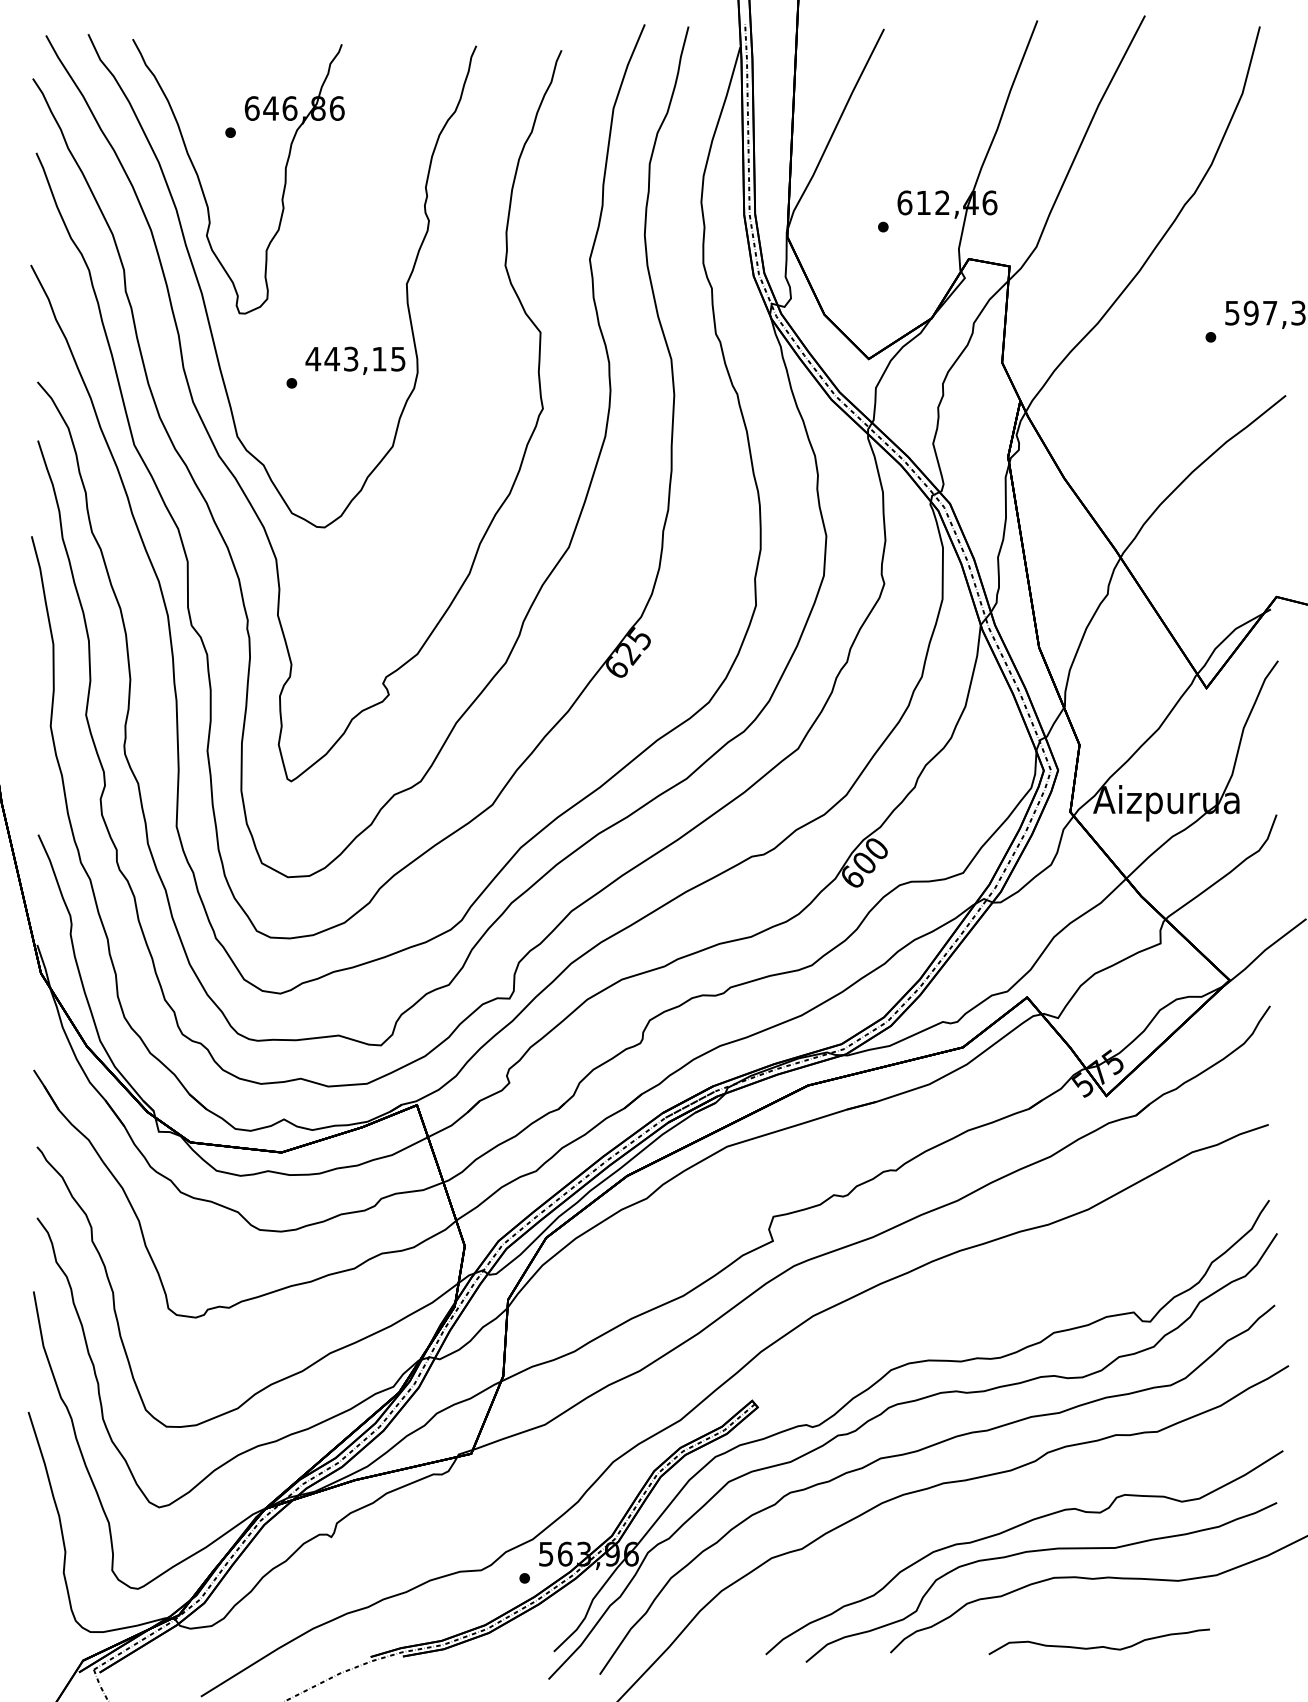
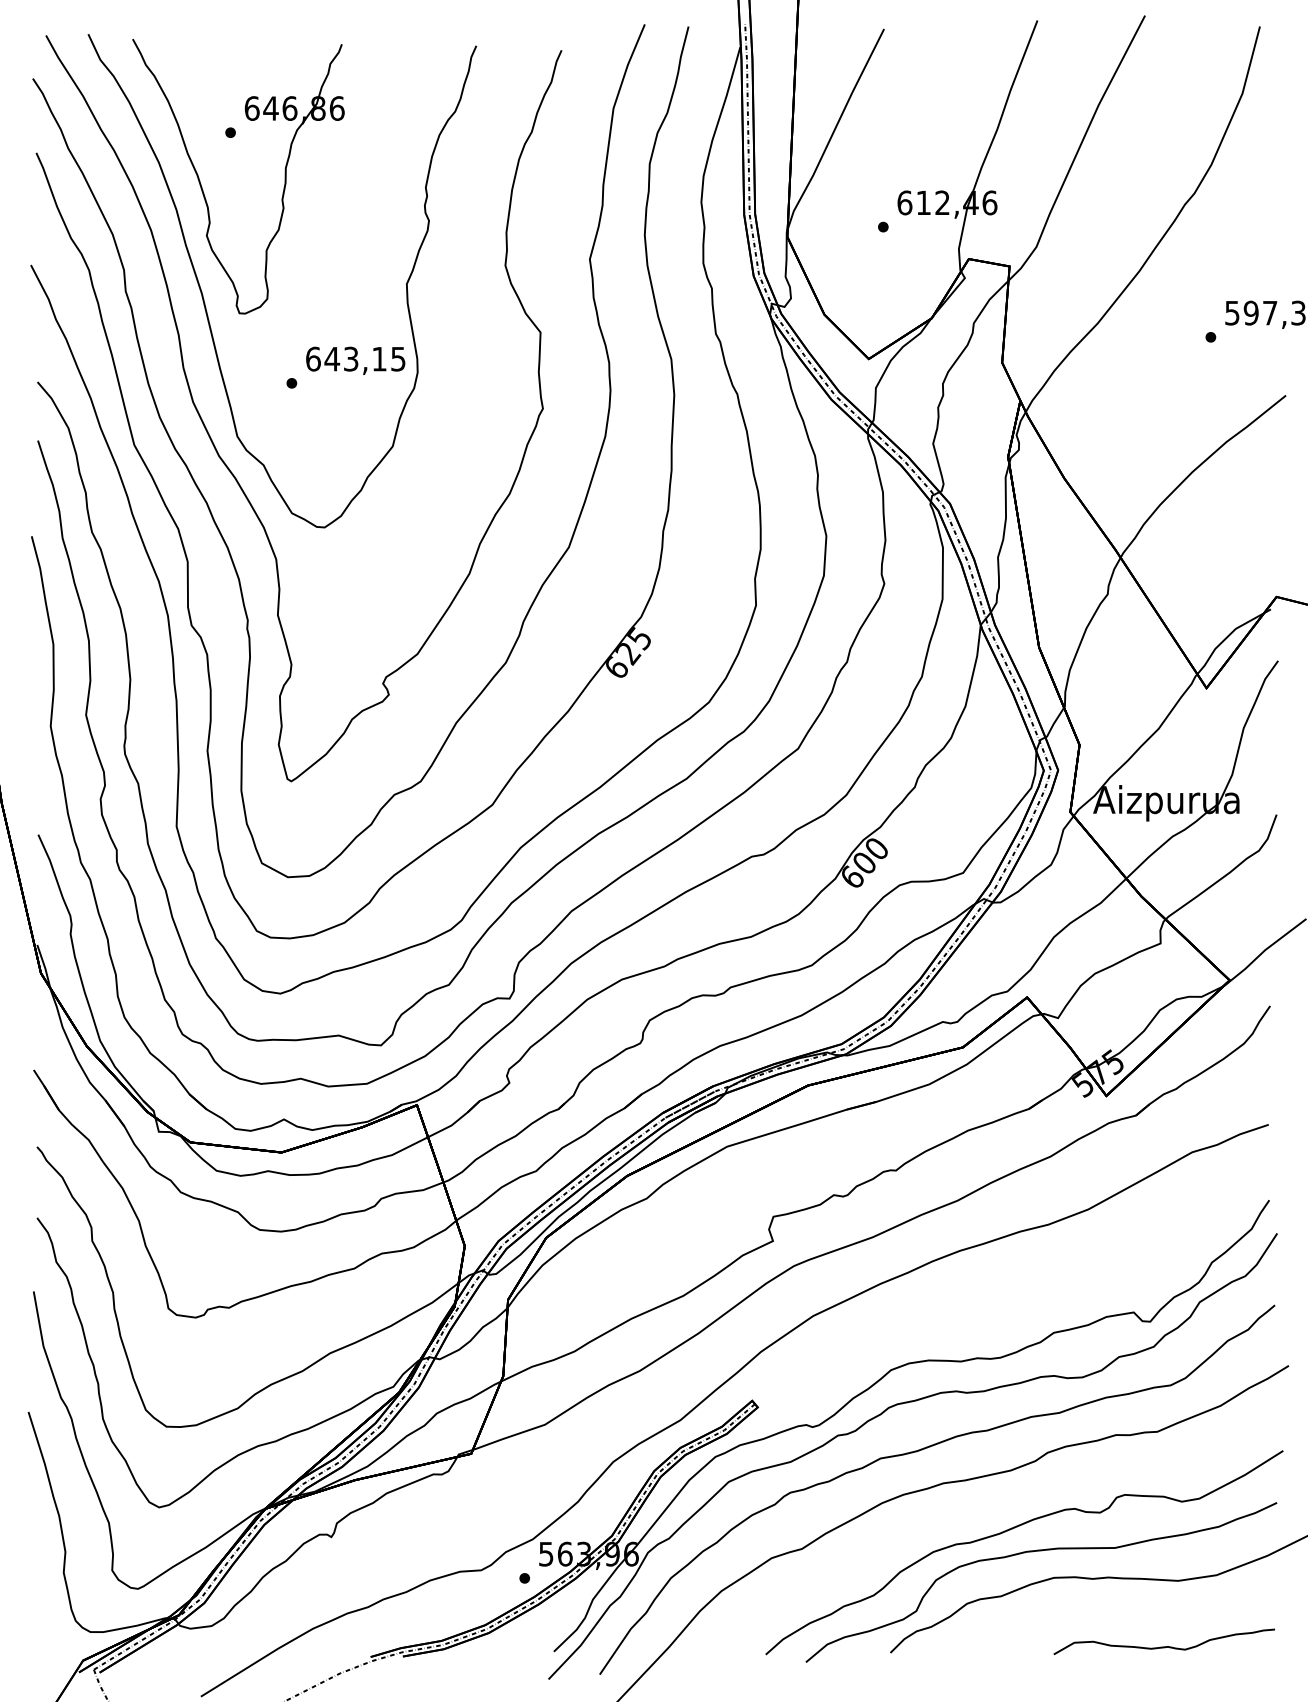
text at (313, 358): 443,15 -> 643,15
curve at (1098, 1646) position: (1098, 1646) -> (1163, 1646)
